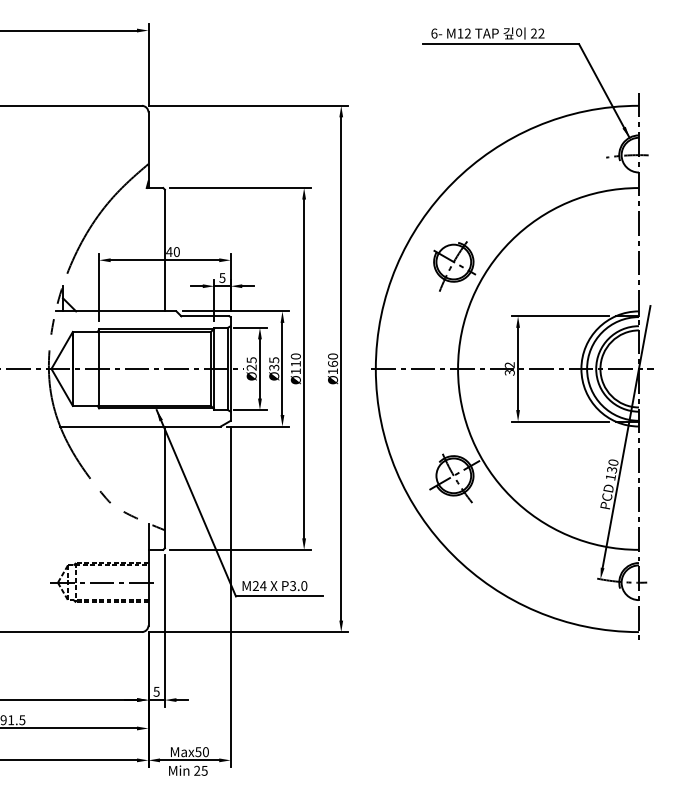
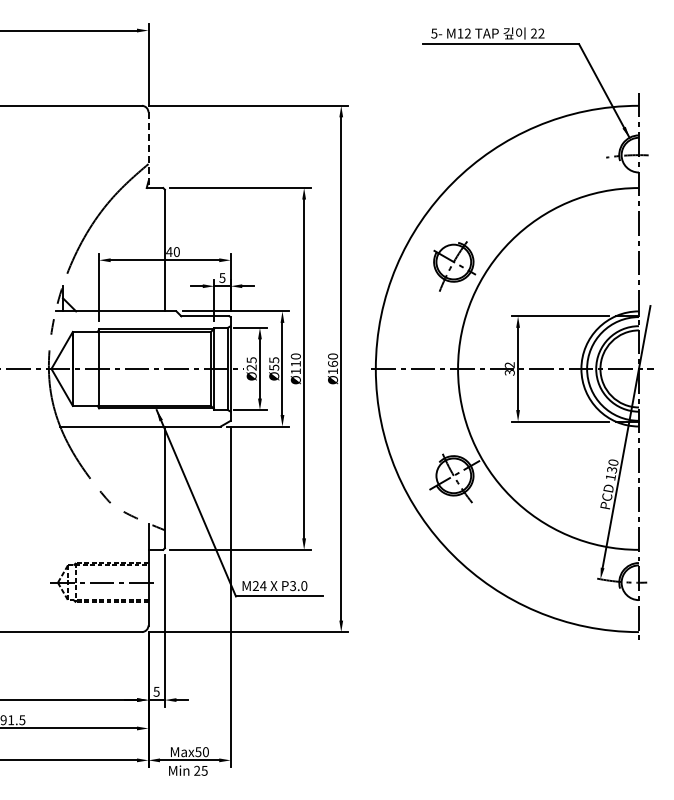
text at (434, 33): 6- -> 5-
line at (148, 150): solid -> dashed
text at (273, 367): Ø35 -> Ø55
